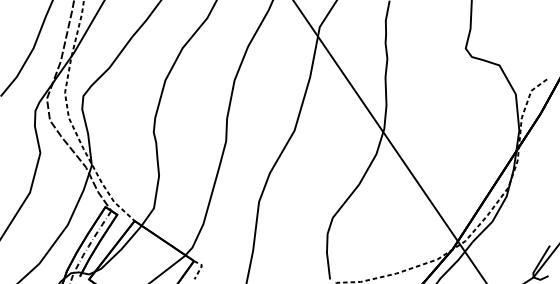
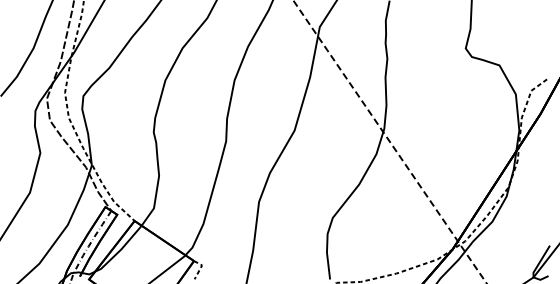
line at (389, 141): solid -> dashed
